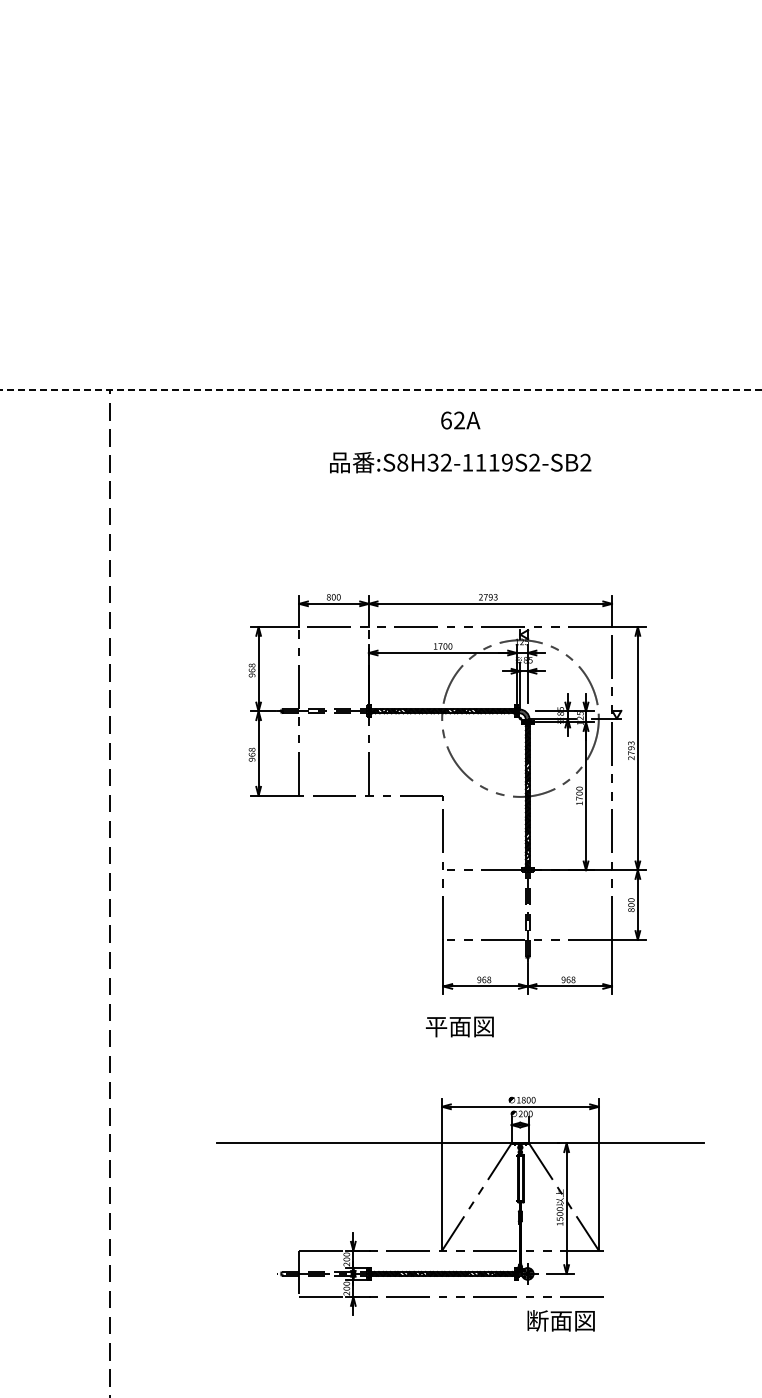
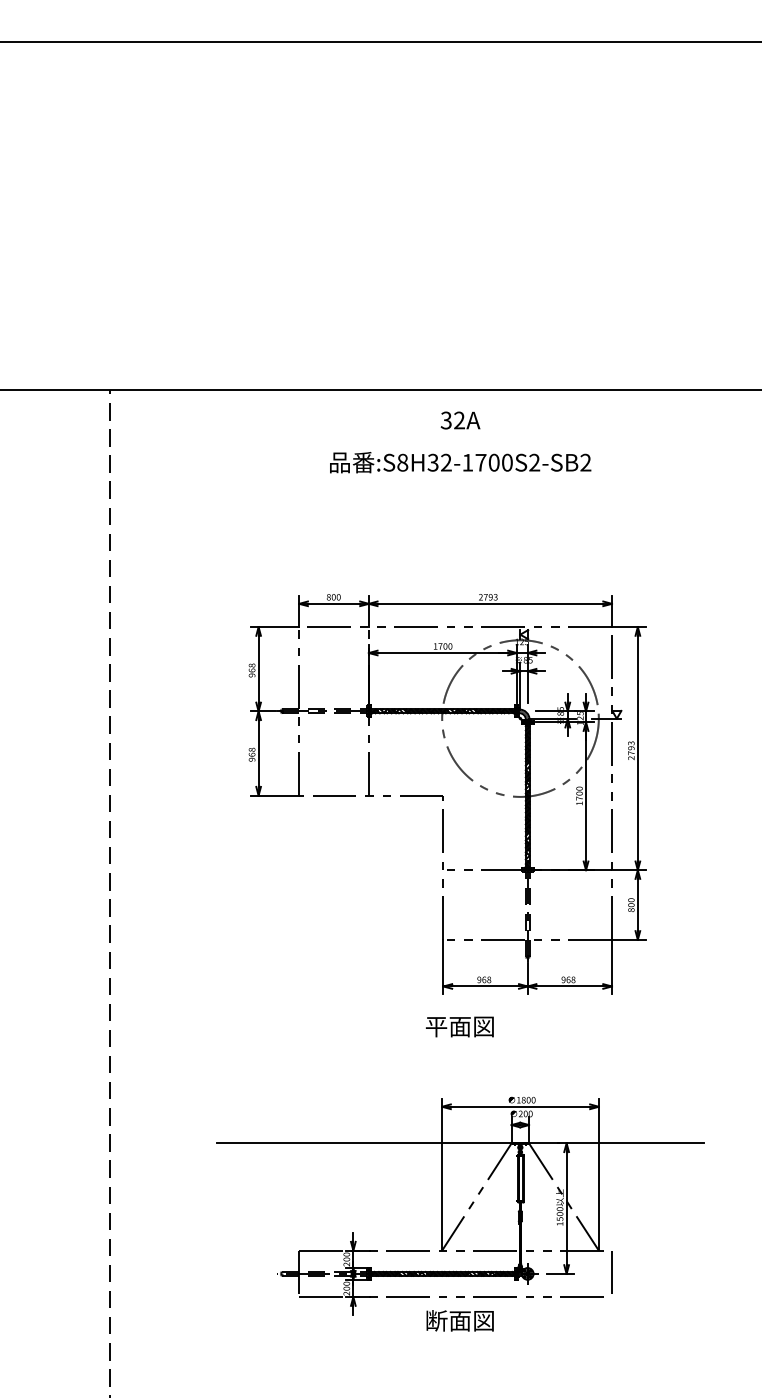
line at (380, 41): none -> present
line at (380, 390): dashed -> solid
text at (445, 420): 62A -> 32A
text at (493, 462): :S8H32-1119S2-SB2 -> :S8H32-1700S2-SB2
line at (611, 1273): none -> present
text at (560, 1320) position: (560, 1320) -> (459, 1320)
